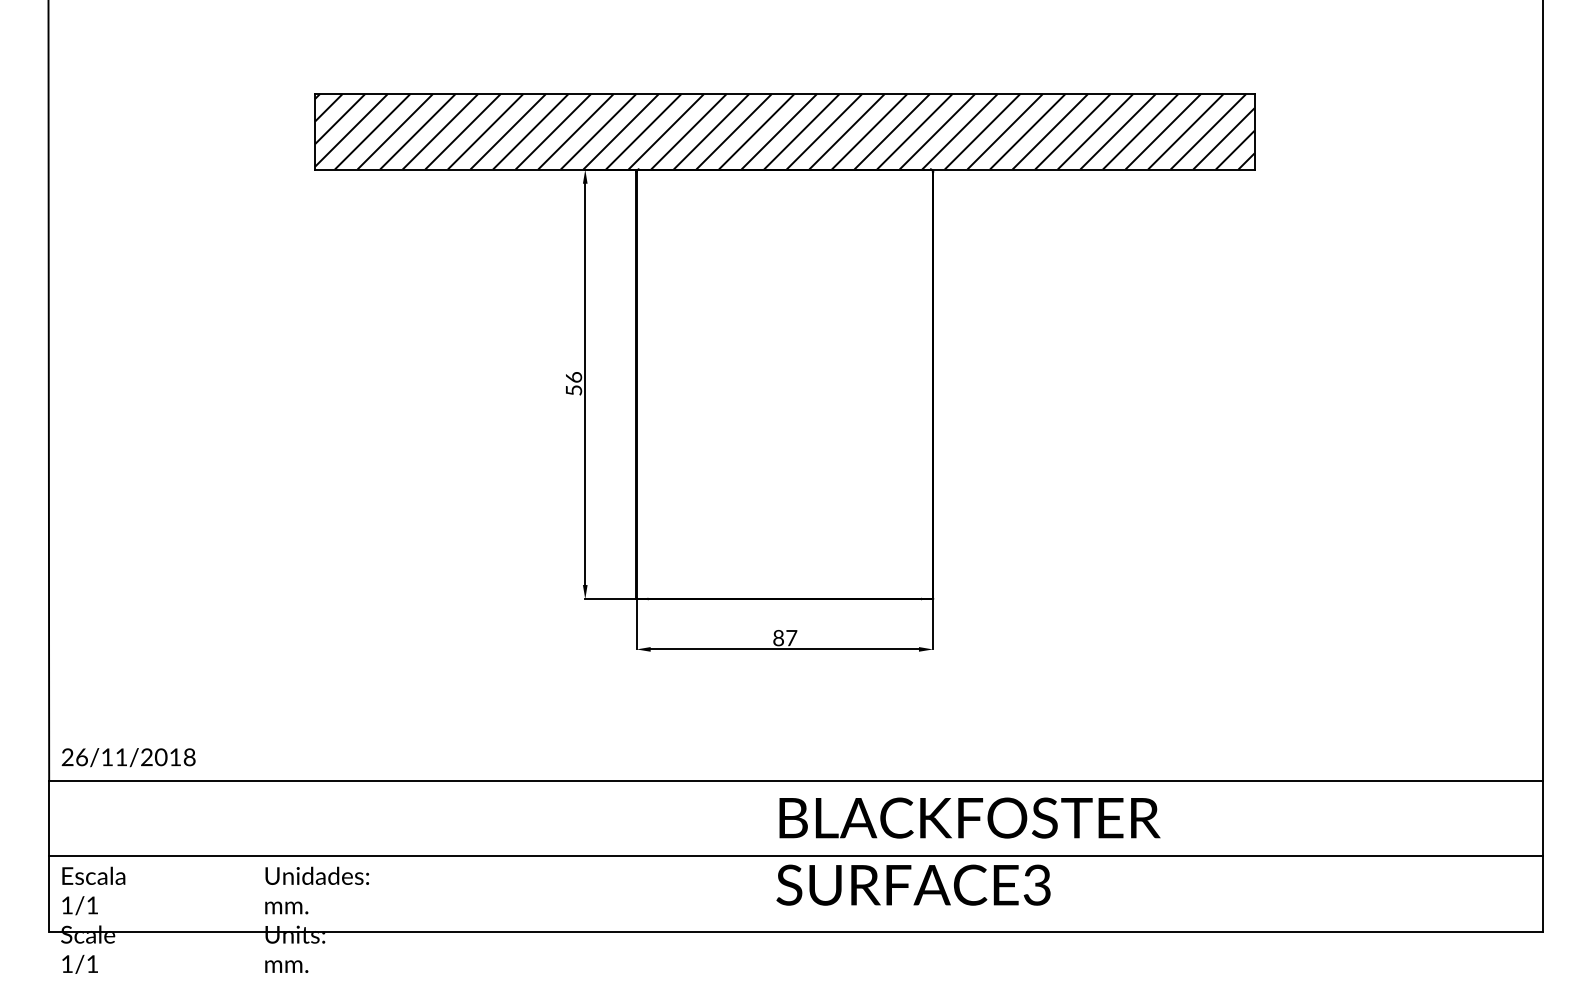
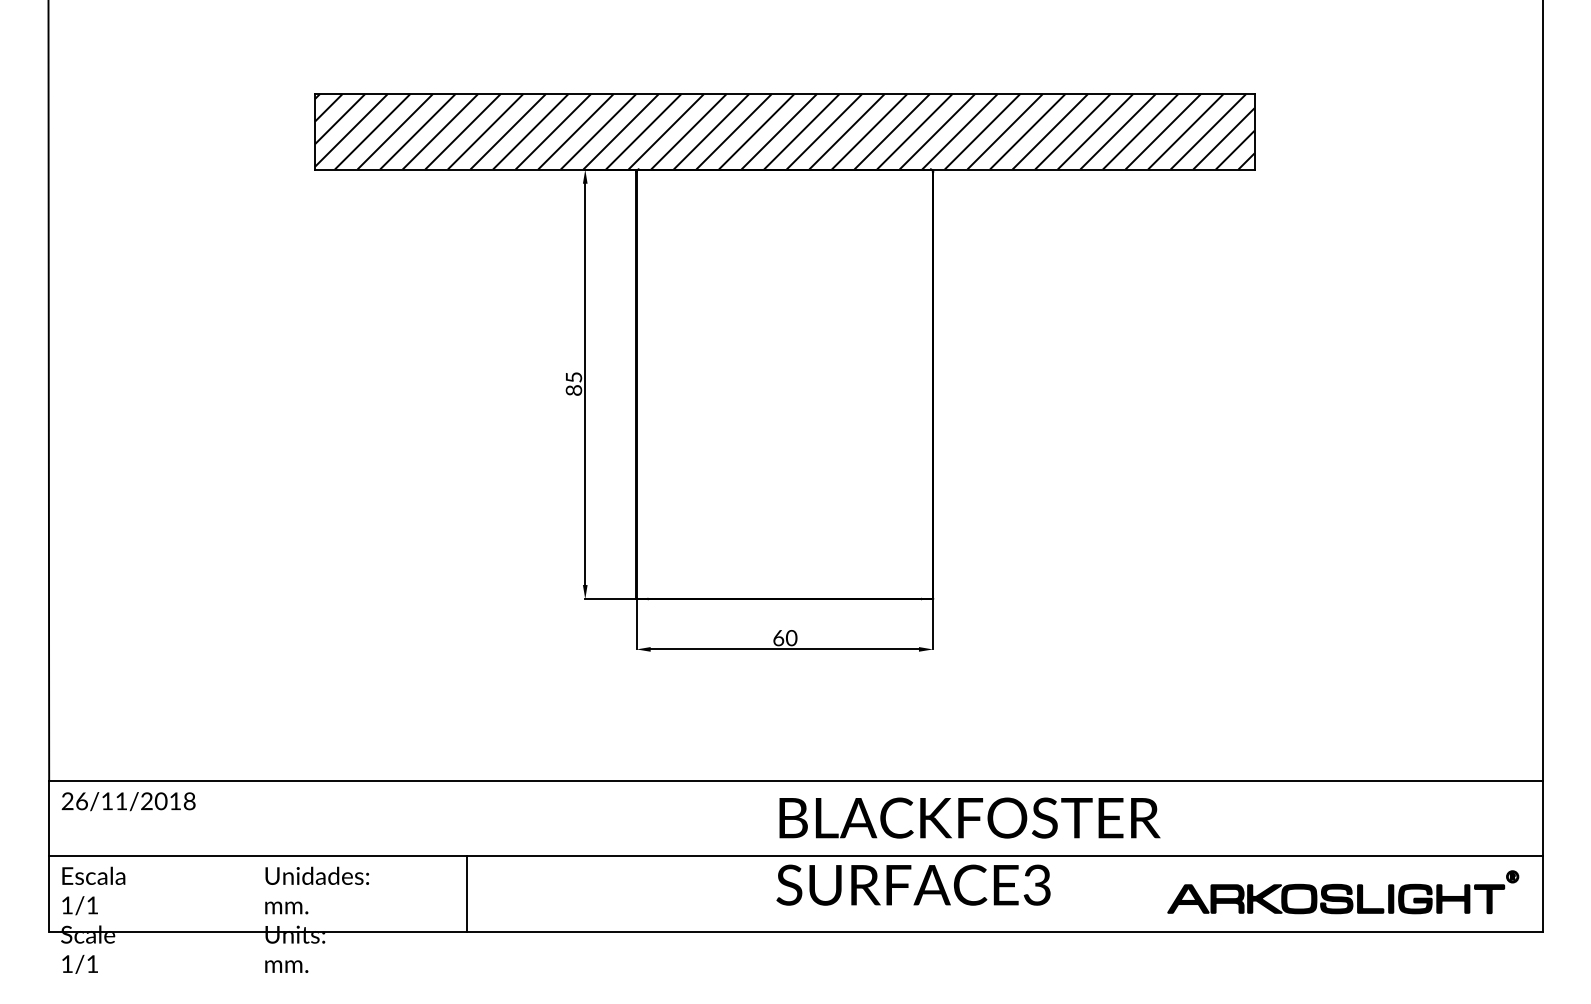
text at (573, 383): 56 -> 85
text at (785, 638): 87 -> 60
text at (128, 757) position: (128, 757) -> (128, 801)
part at (1343, 892): none -> present
line at (467, 893): none -> present
